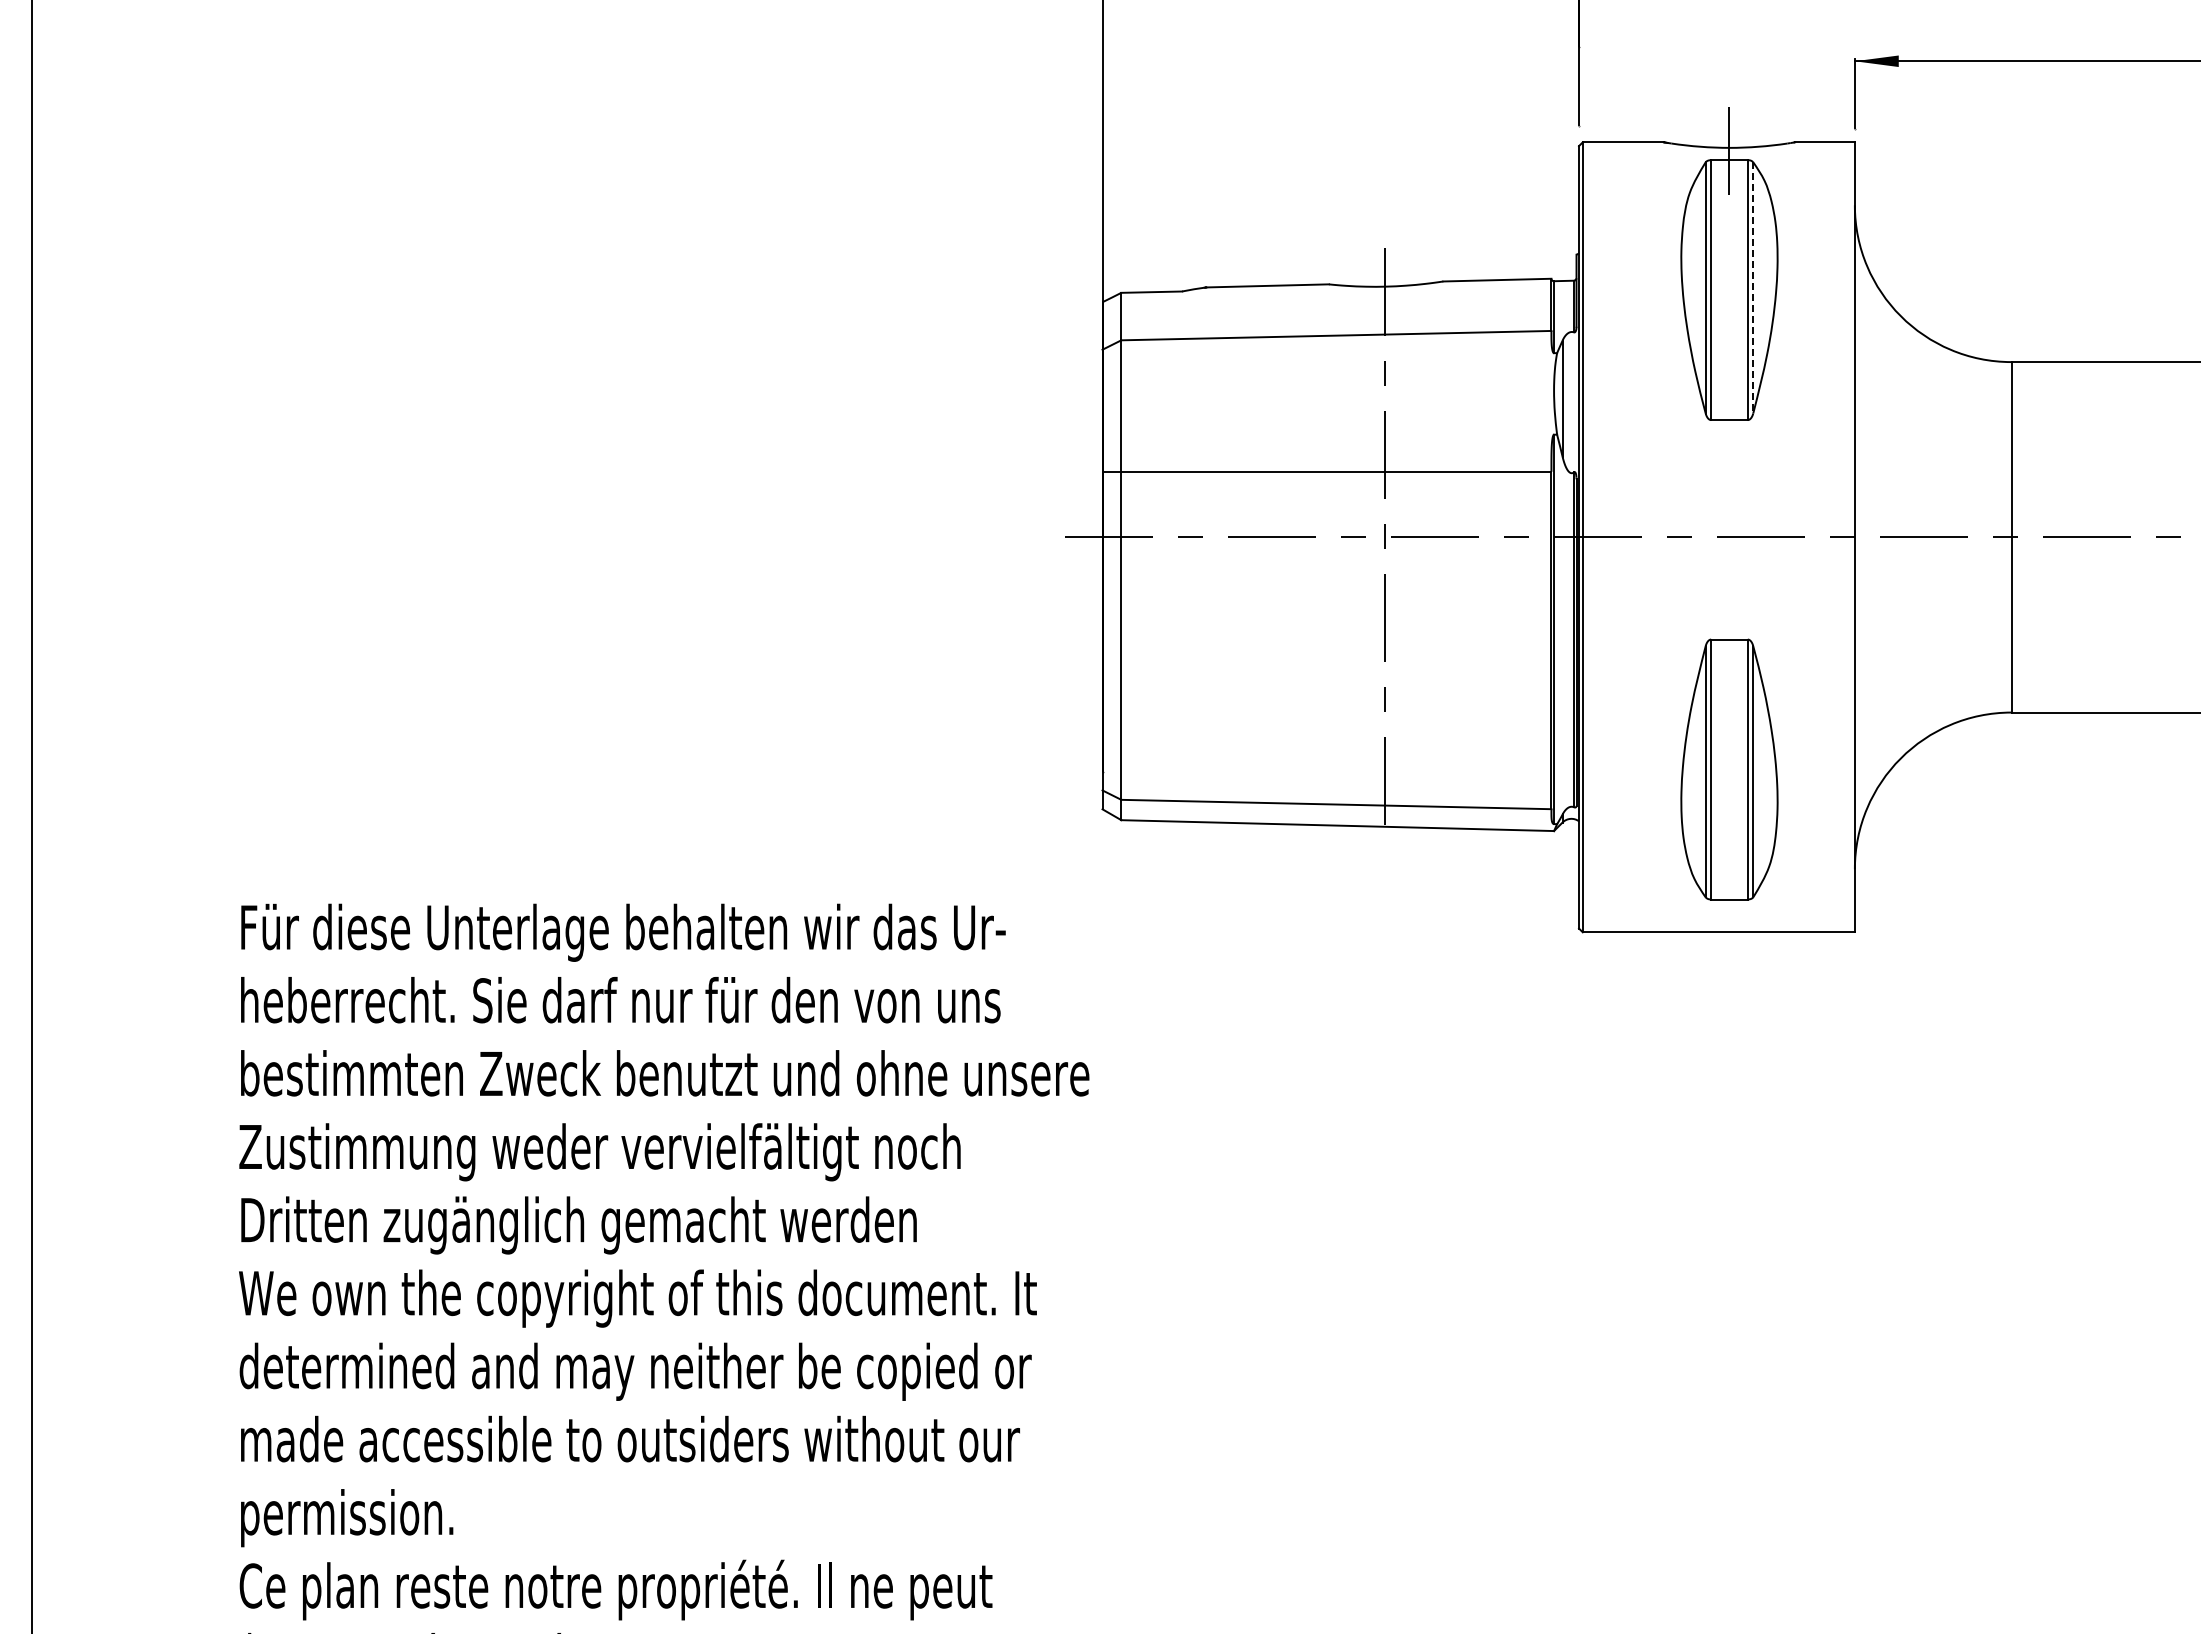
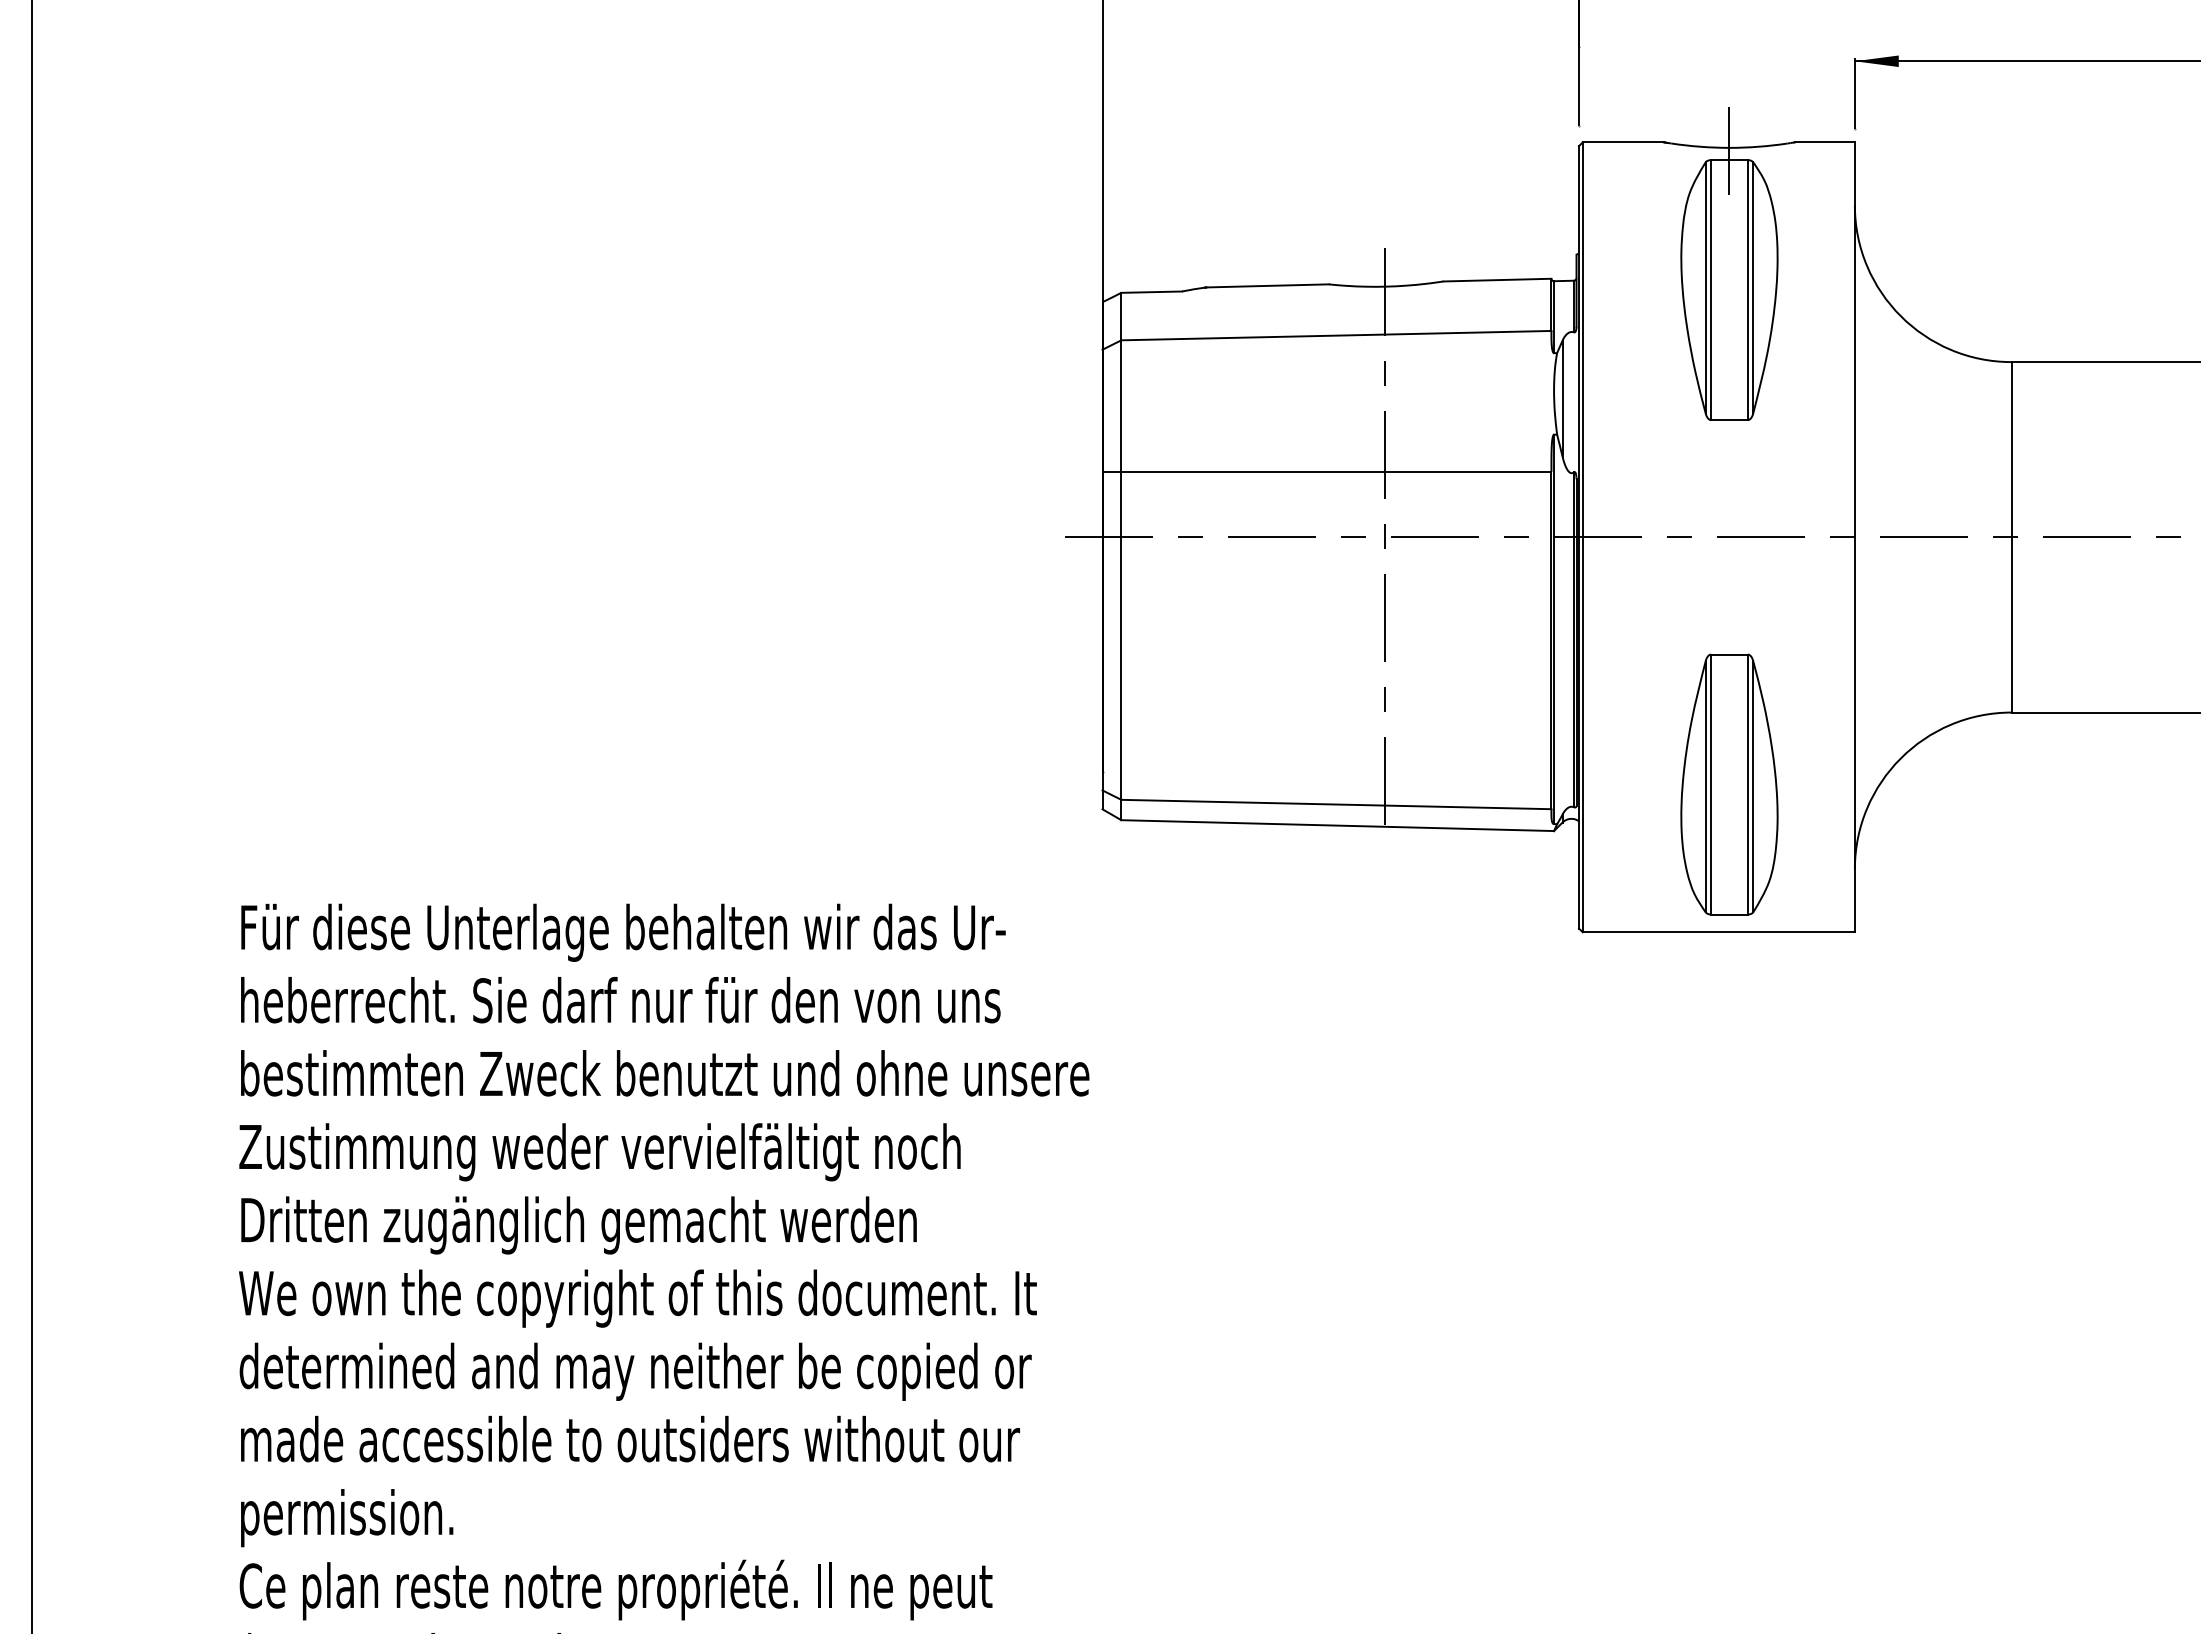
line at (1753, 287): dashed -> solid
part at (1729, 769) position: (1729, 769) -> (1729, 784)
